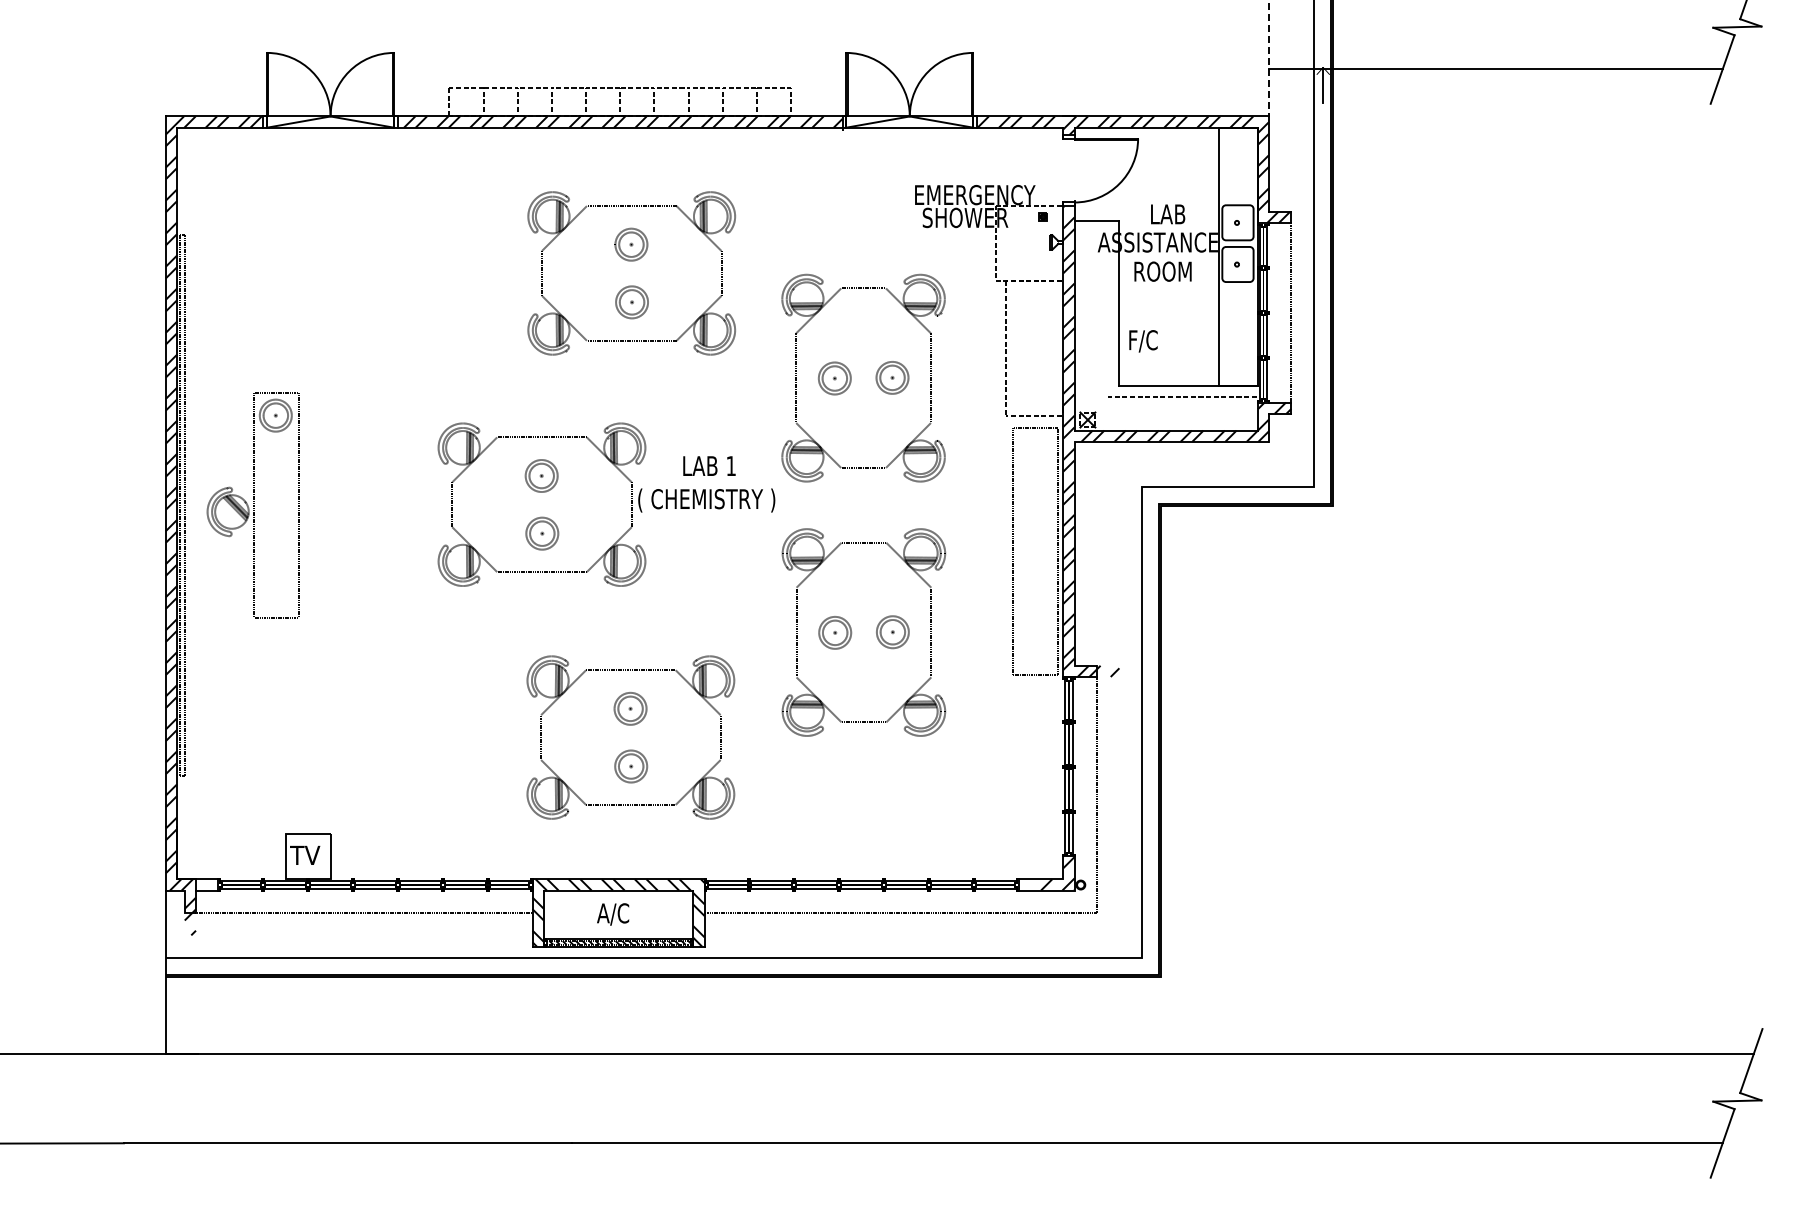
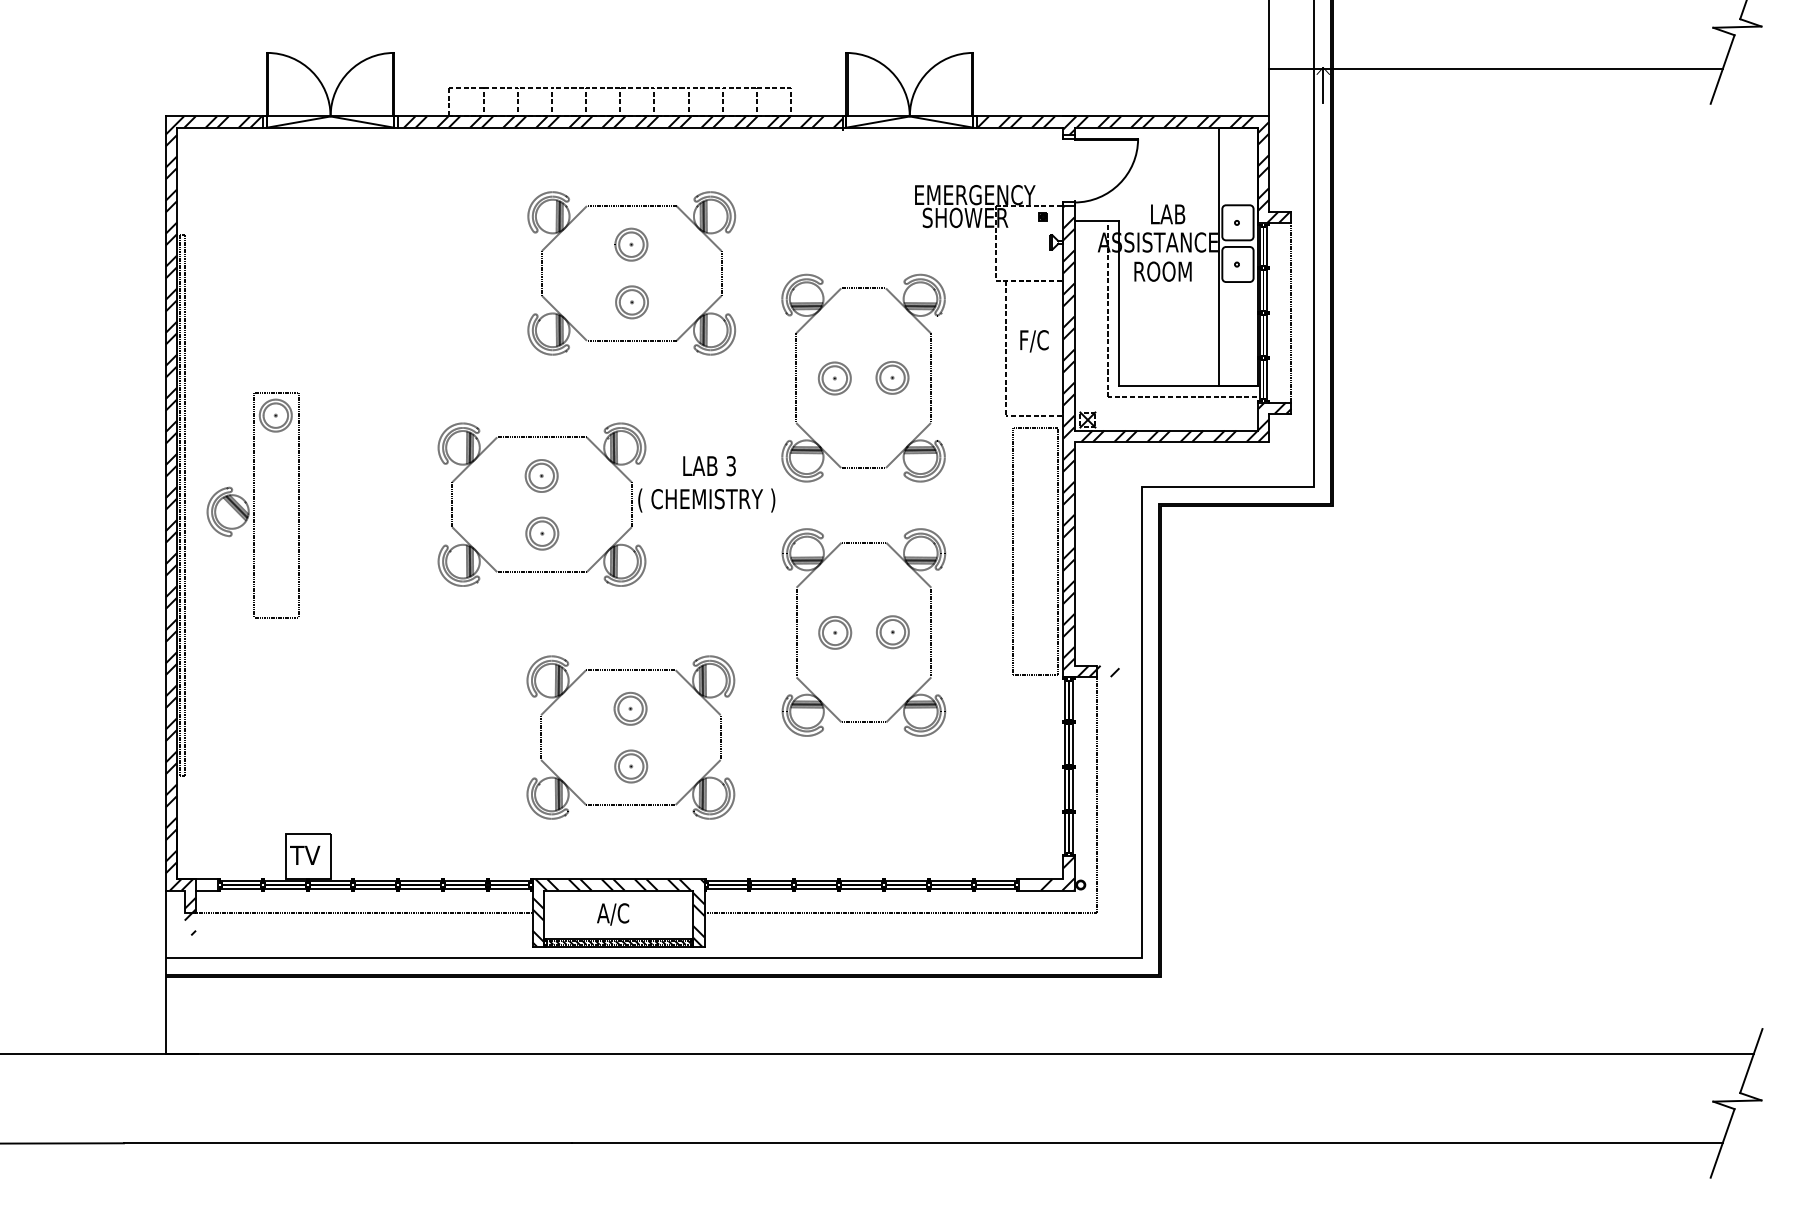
line at (1268, 58): dashed -> solid
line at (1108, 308): none -> present
text at (1143, 341) position: (1143, 341) -> (1034, 341)
text at (730, 466): 1 -> 3
